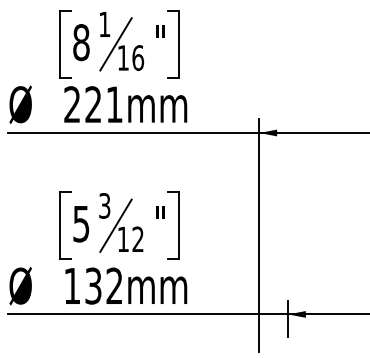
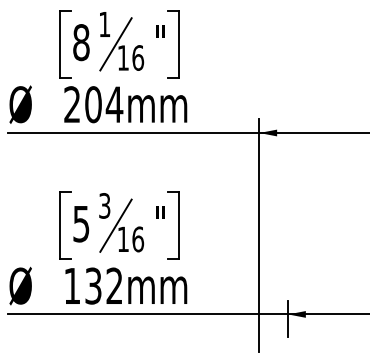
text at (104, 104): 221mm -> 204mm
text at (138, 239): 12 -> 16
